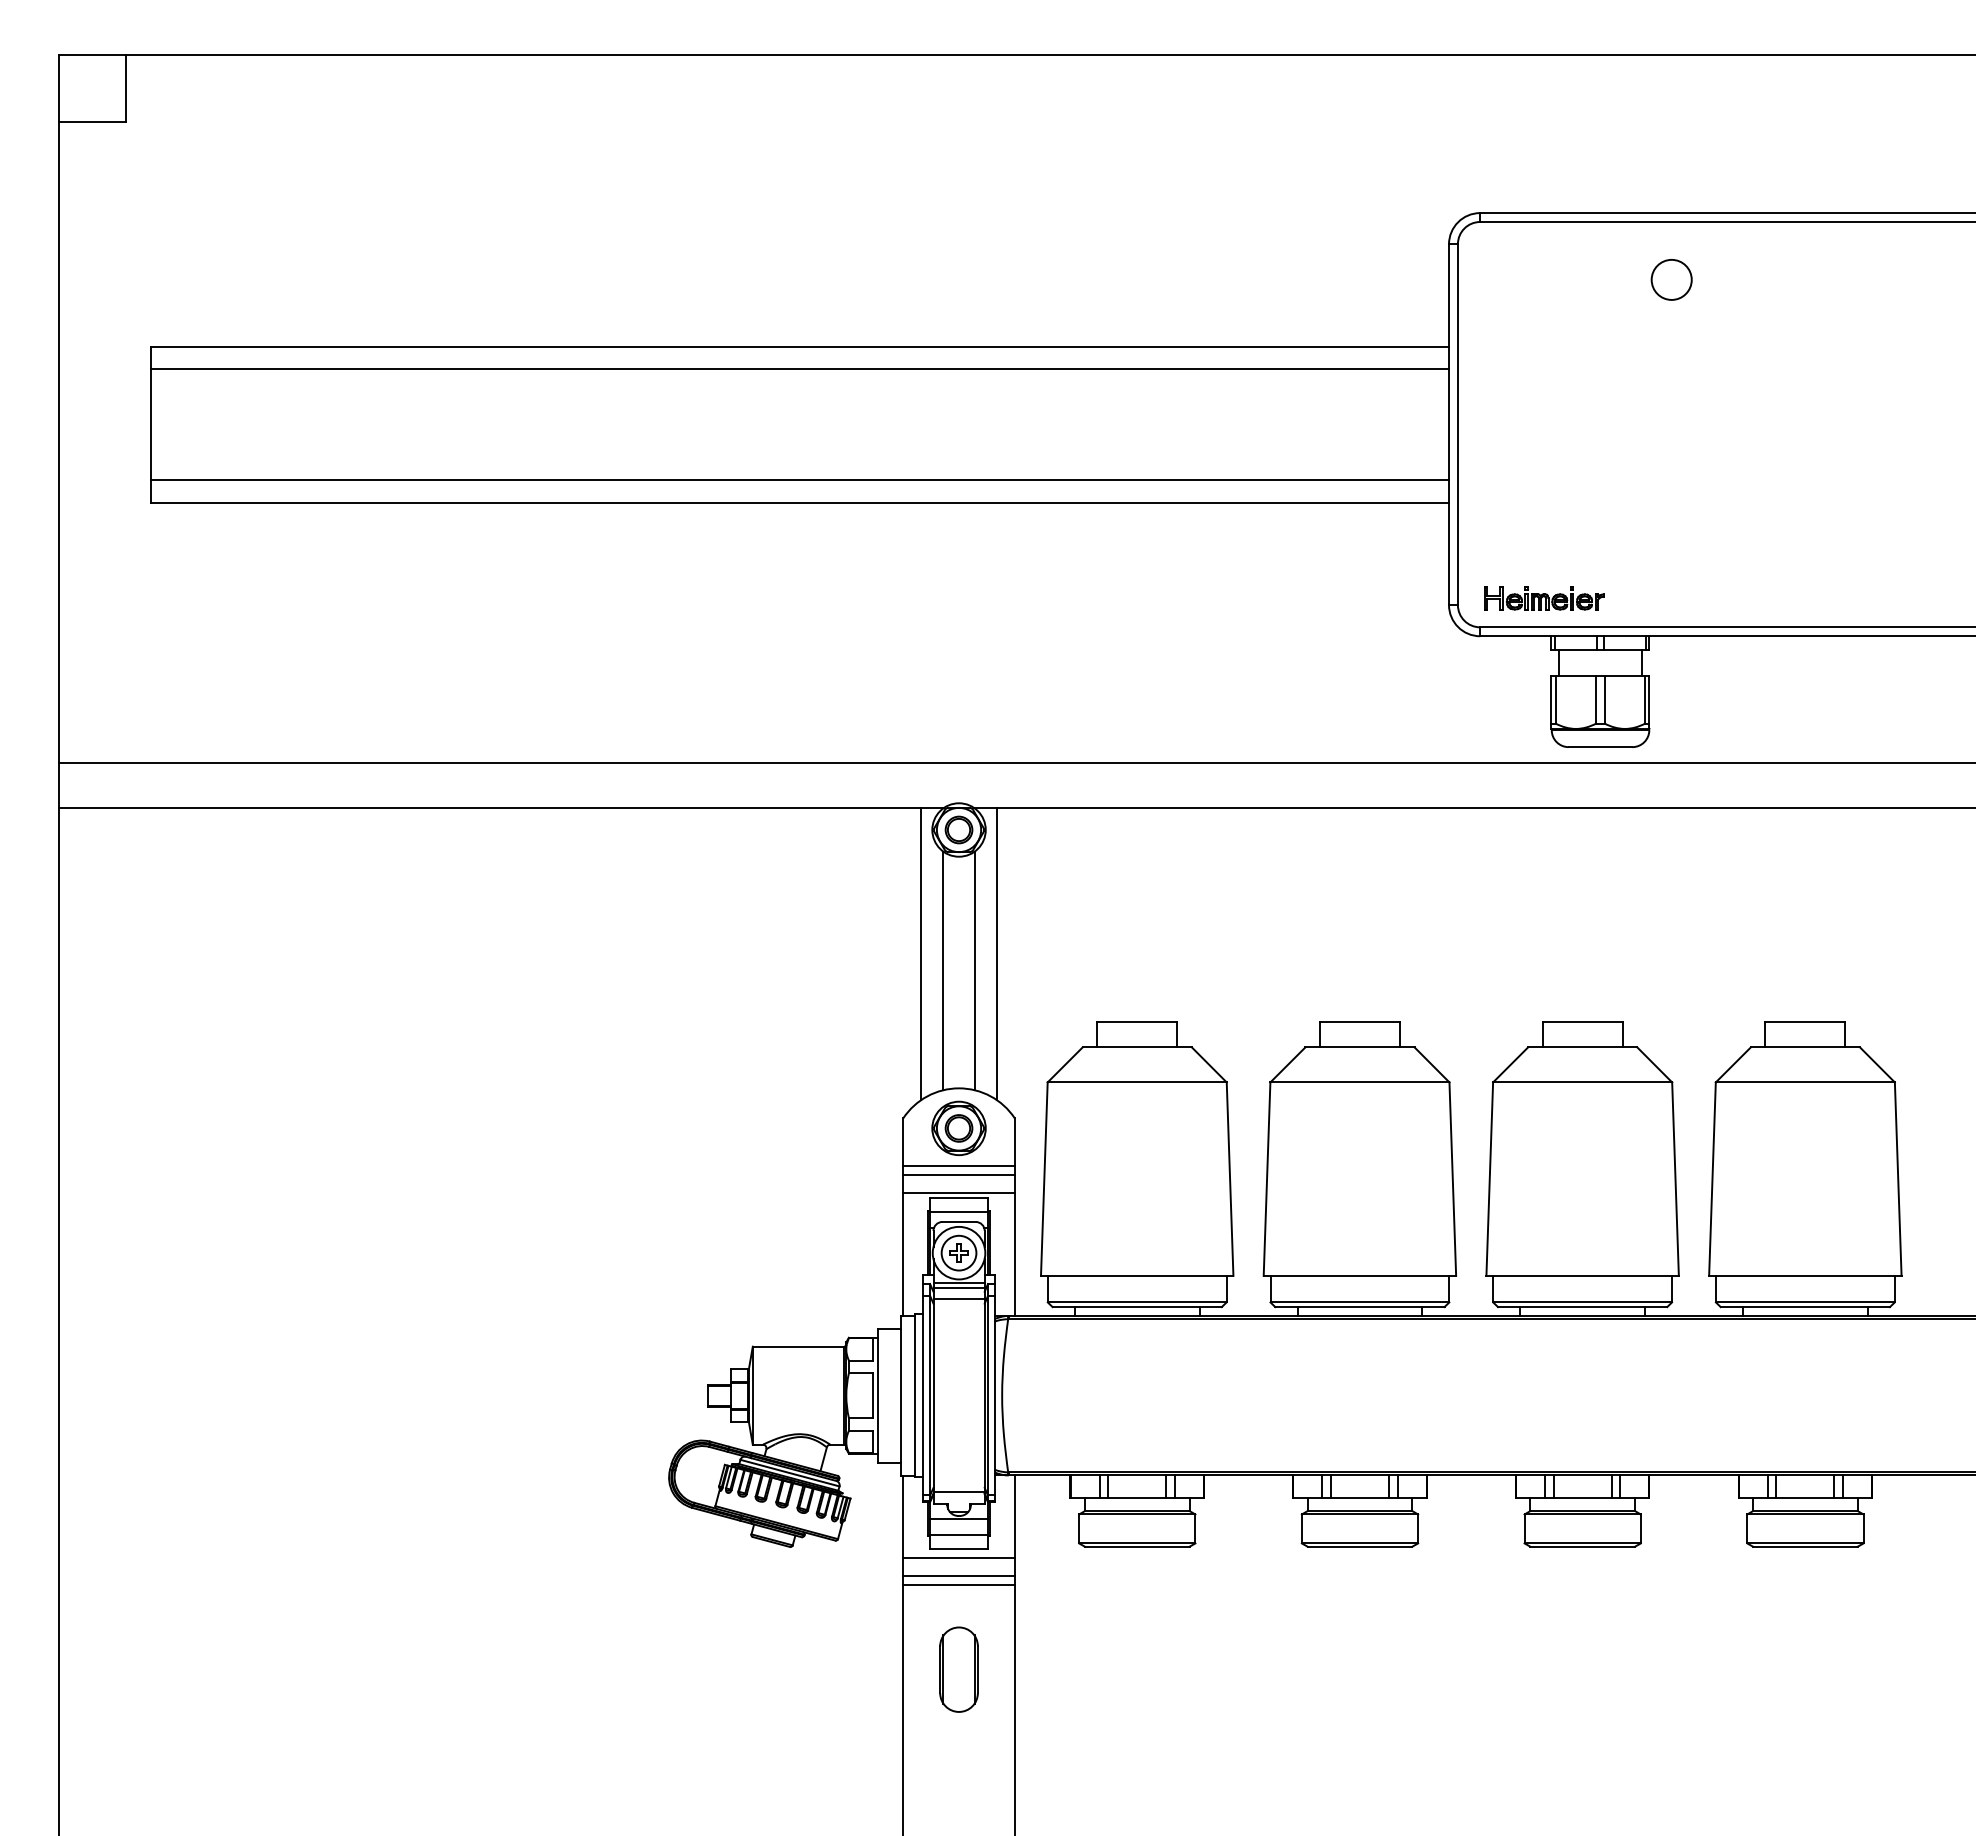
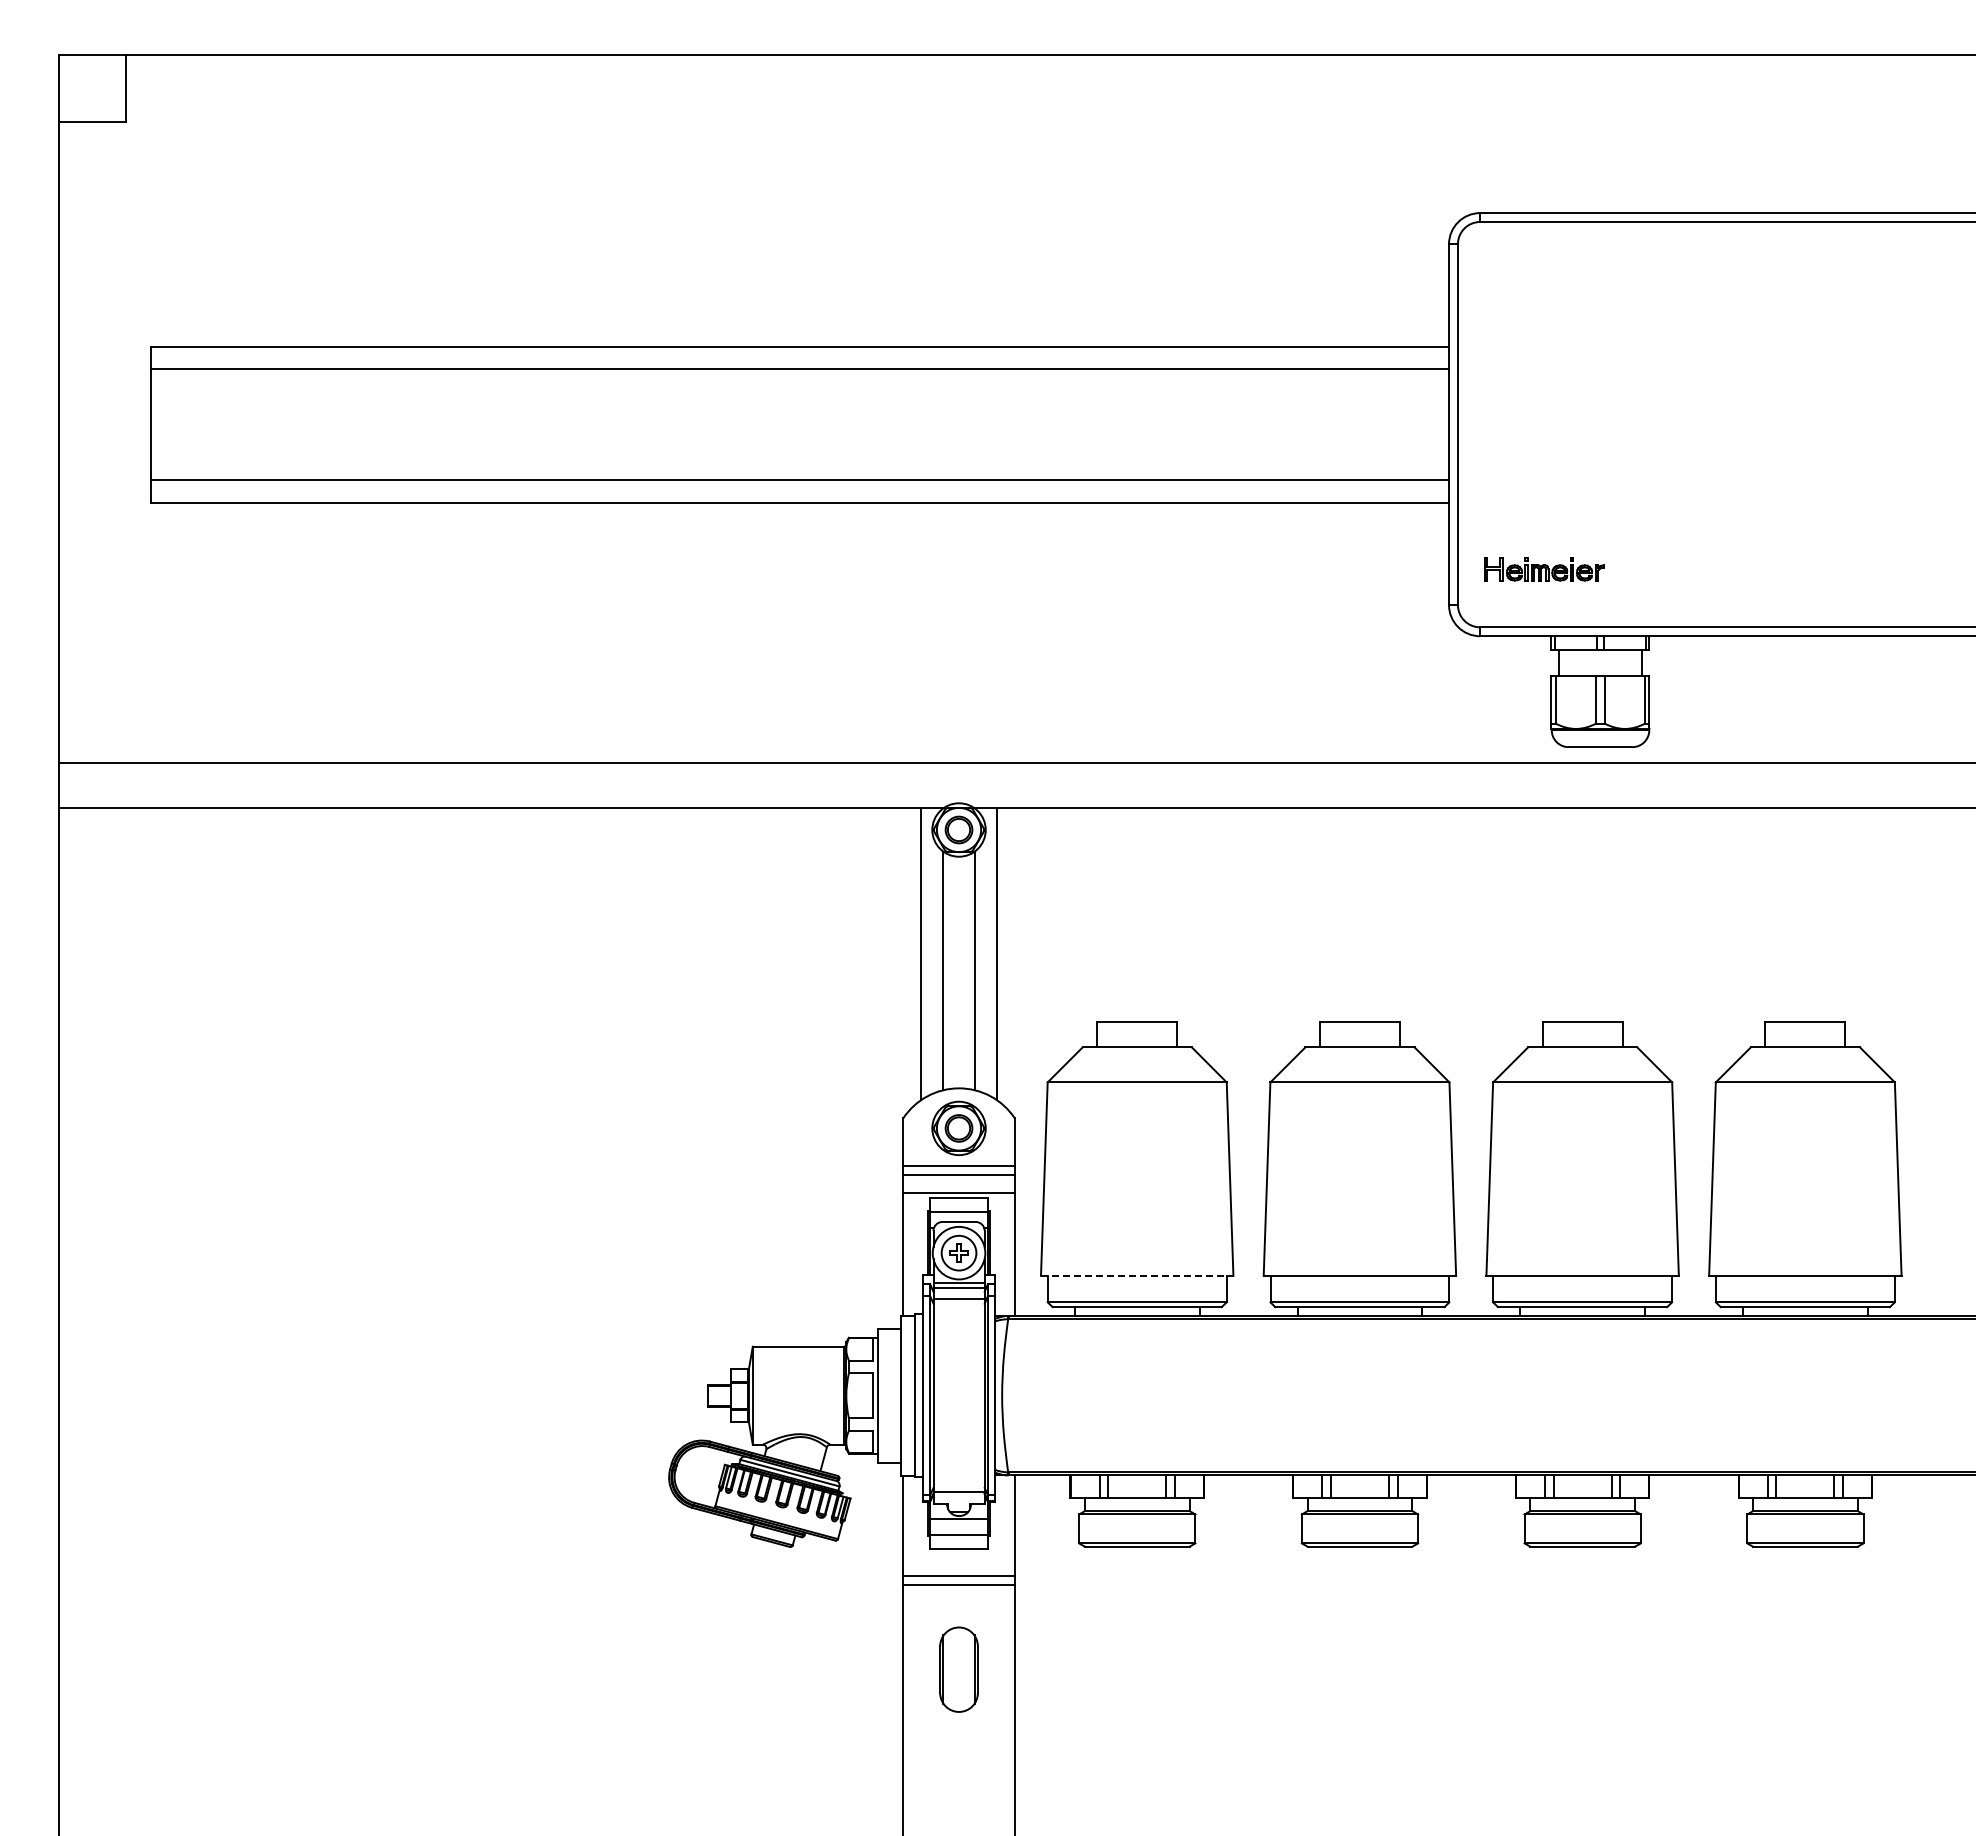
circle at (1671, 279): present -> none
part at (1544, 598) position: (1544, 598) -> (1544, 569)
line at (1137, 1275): solid -> dashed
line at (958, 1558): present -> none
